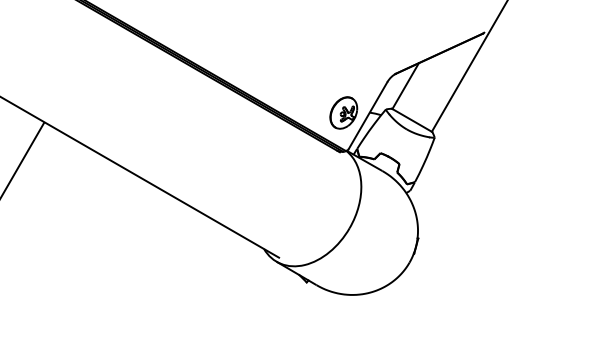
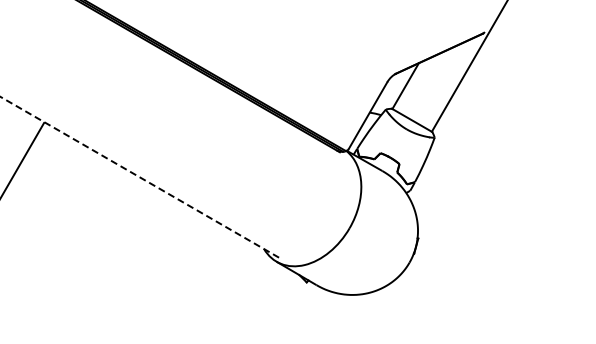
part at (343, 112): present -> none
line at (139, 177): solid -> dashed
